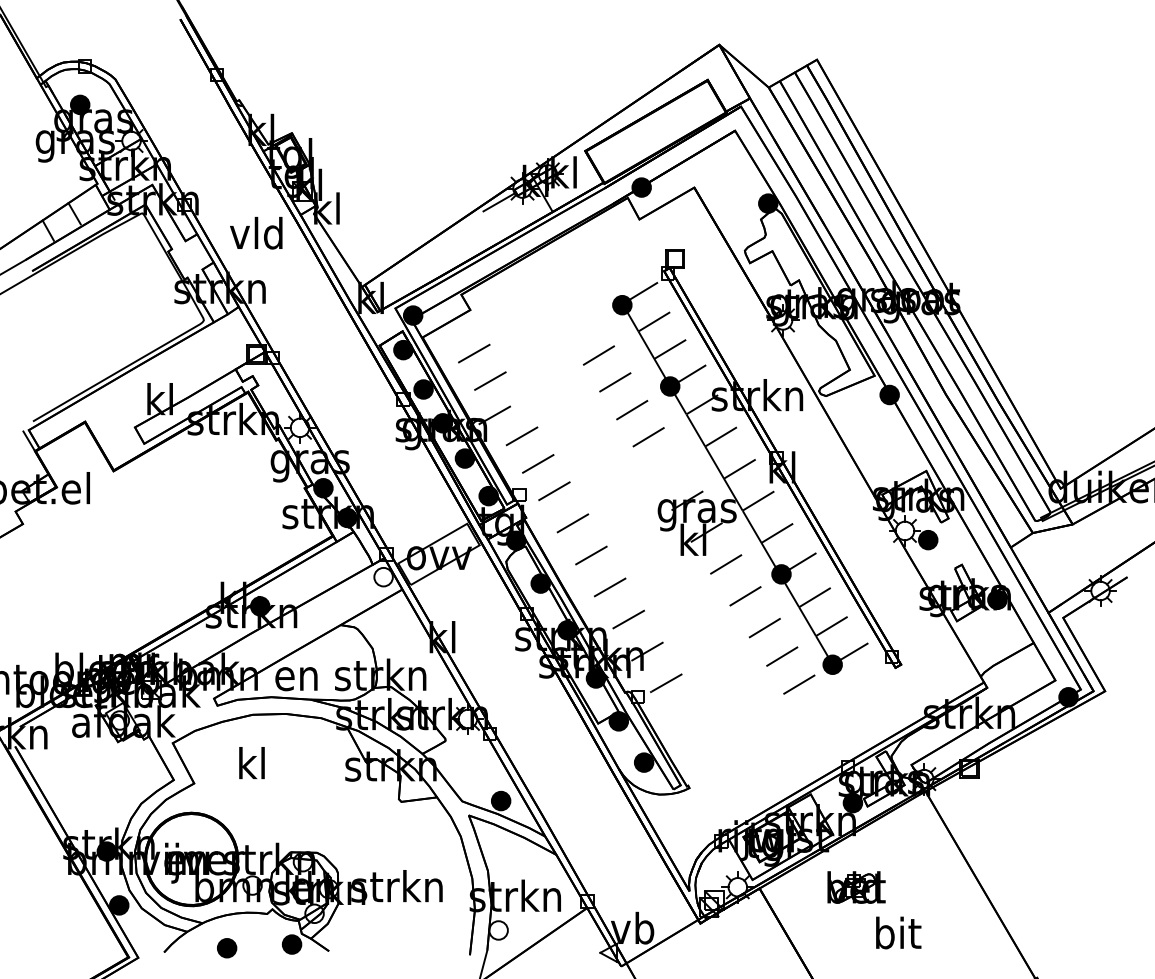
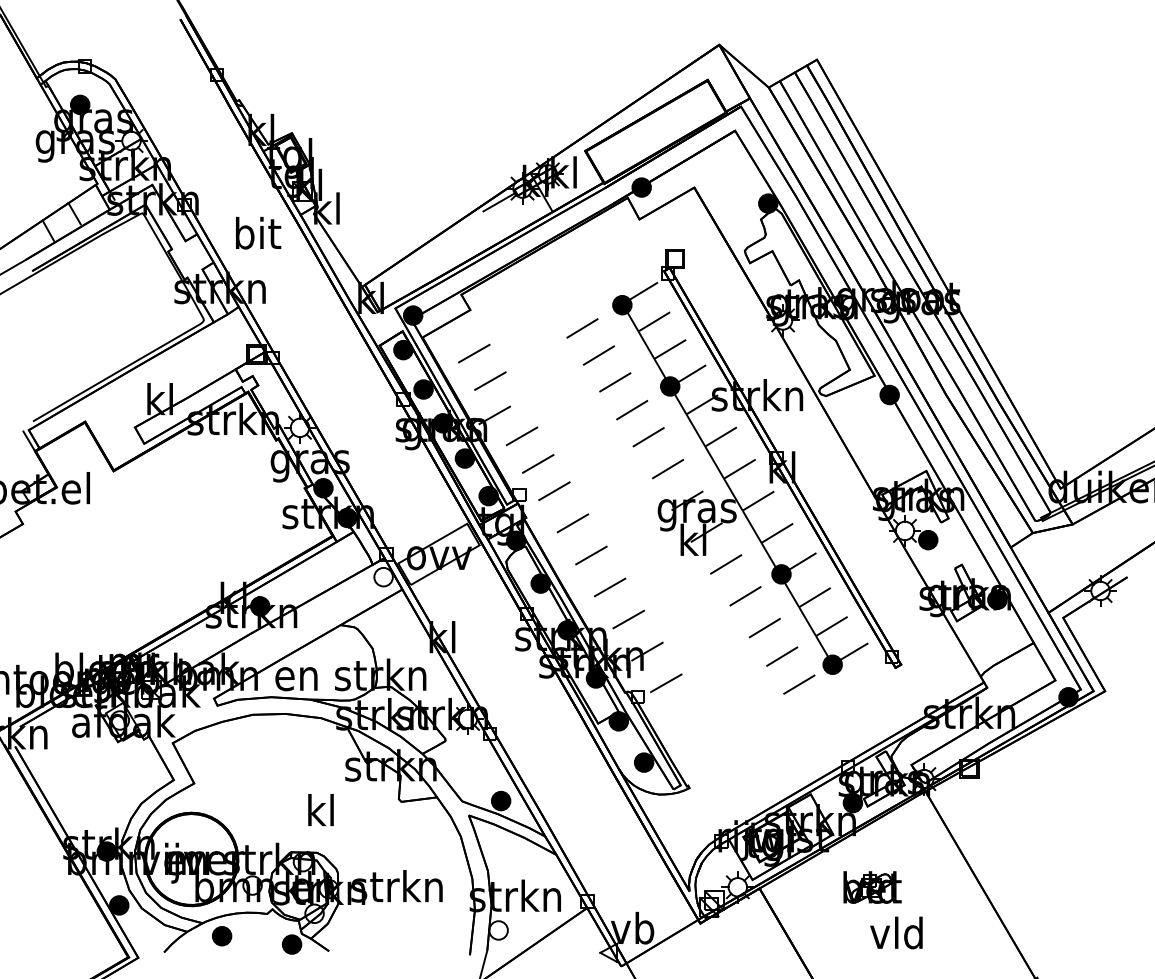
text at (256, 232): vld -> bit
line at (582, 328): none -> present
line at (668, 468): none -> present
text at (251, 763) position: (251, 763) -> (320, 810)
part at (856, 887) position: (856, 887) -> (872, 887)
text at (896, 932): bit -> vld
part at (227, 948) position: (227, 948) -> (222, 936)
